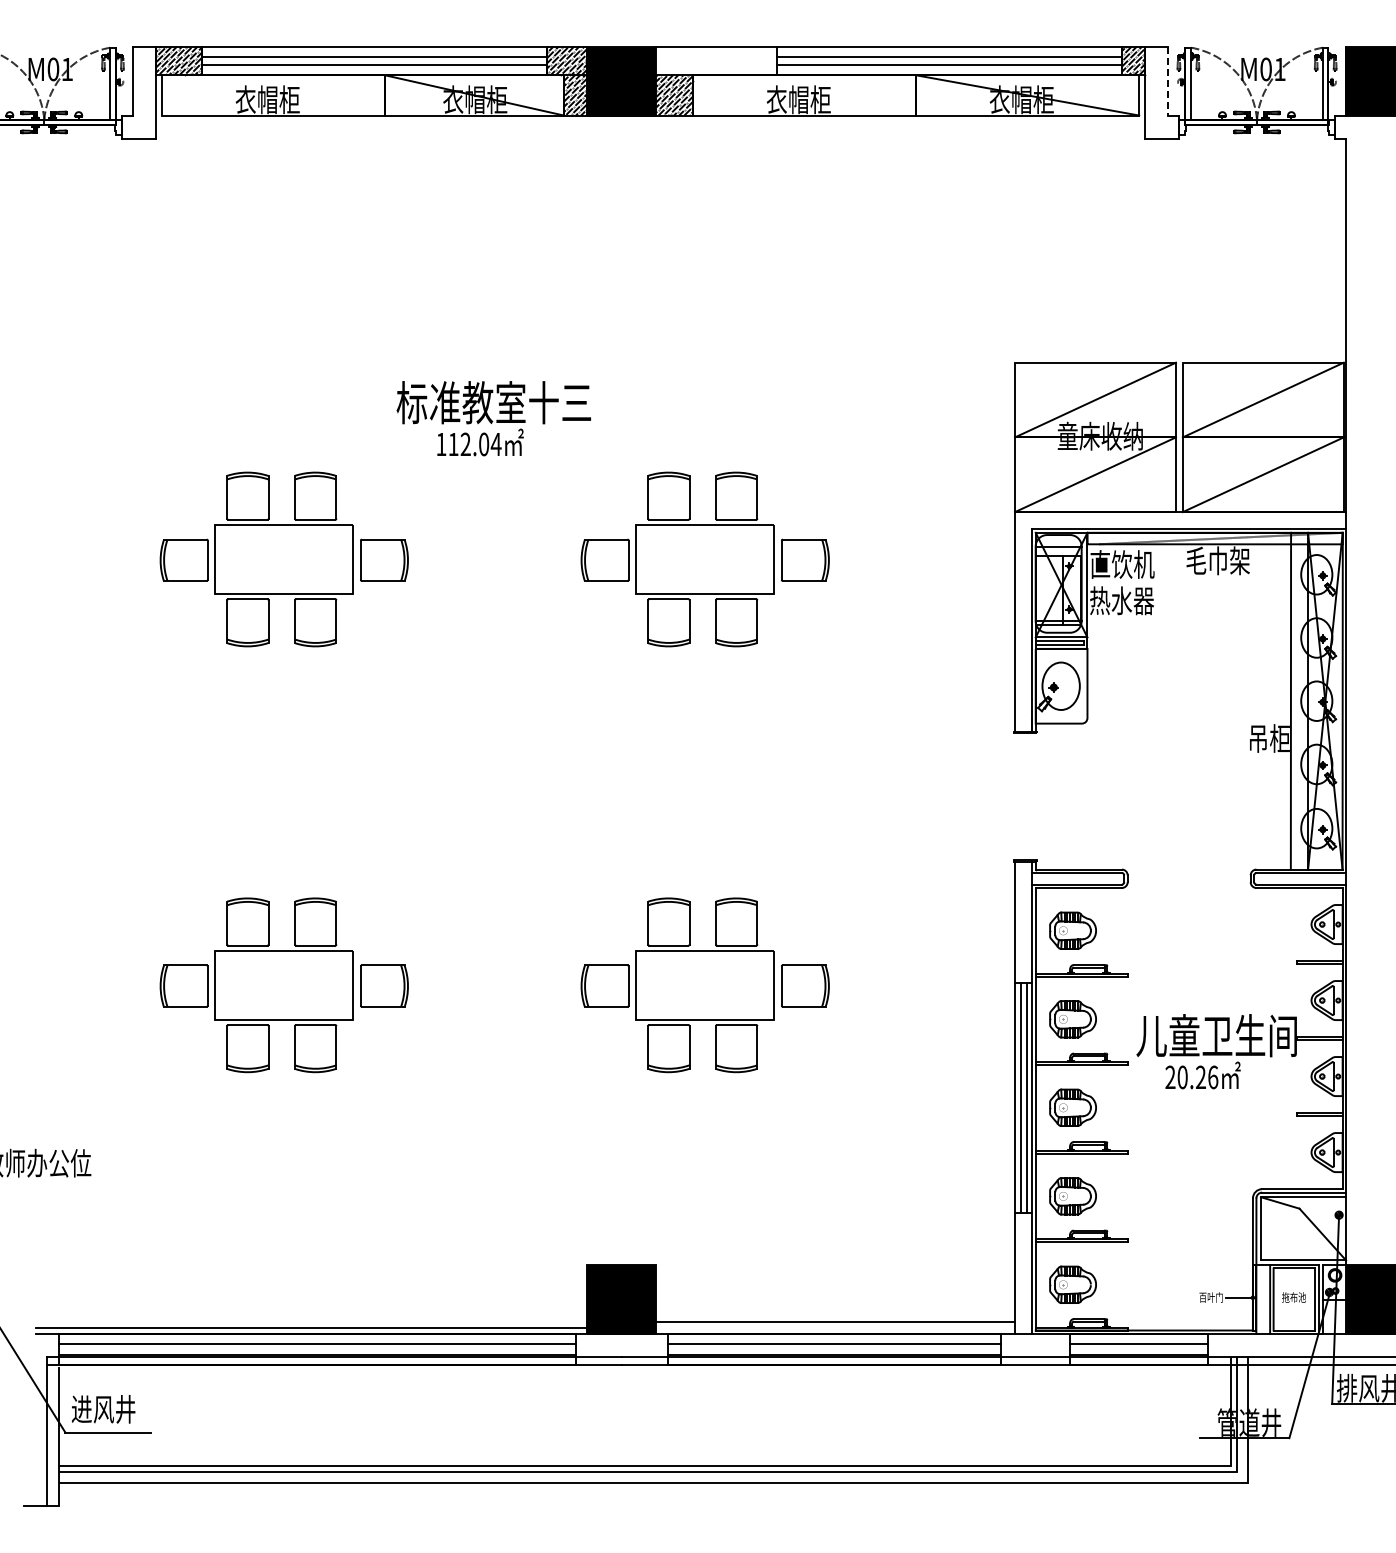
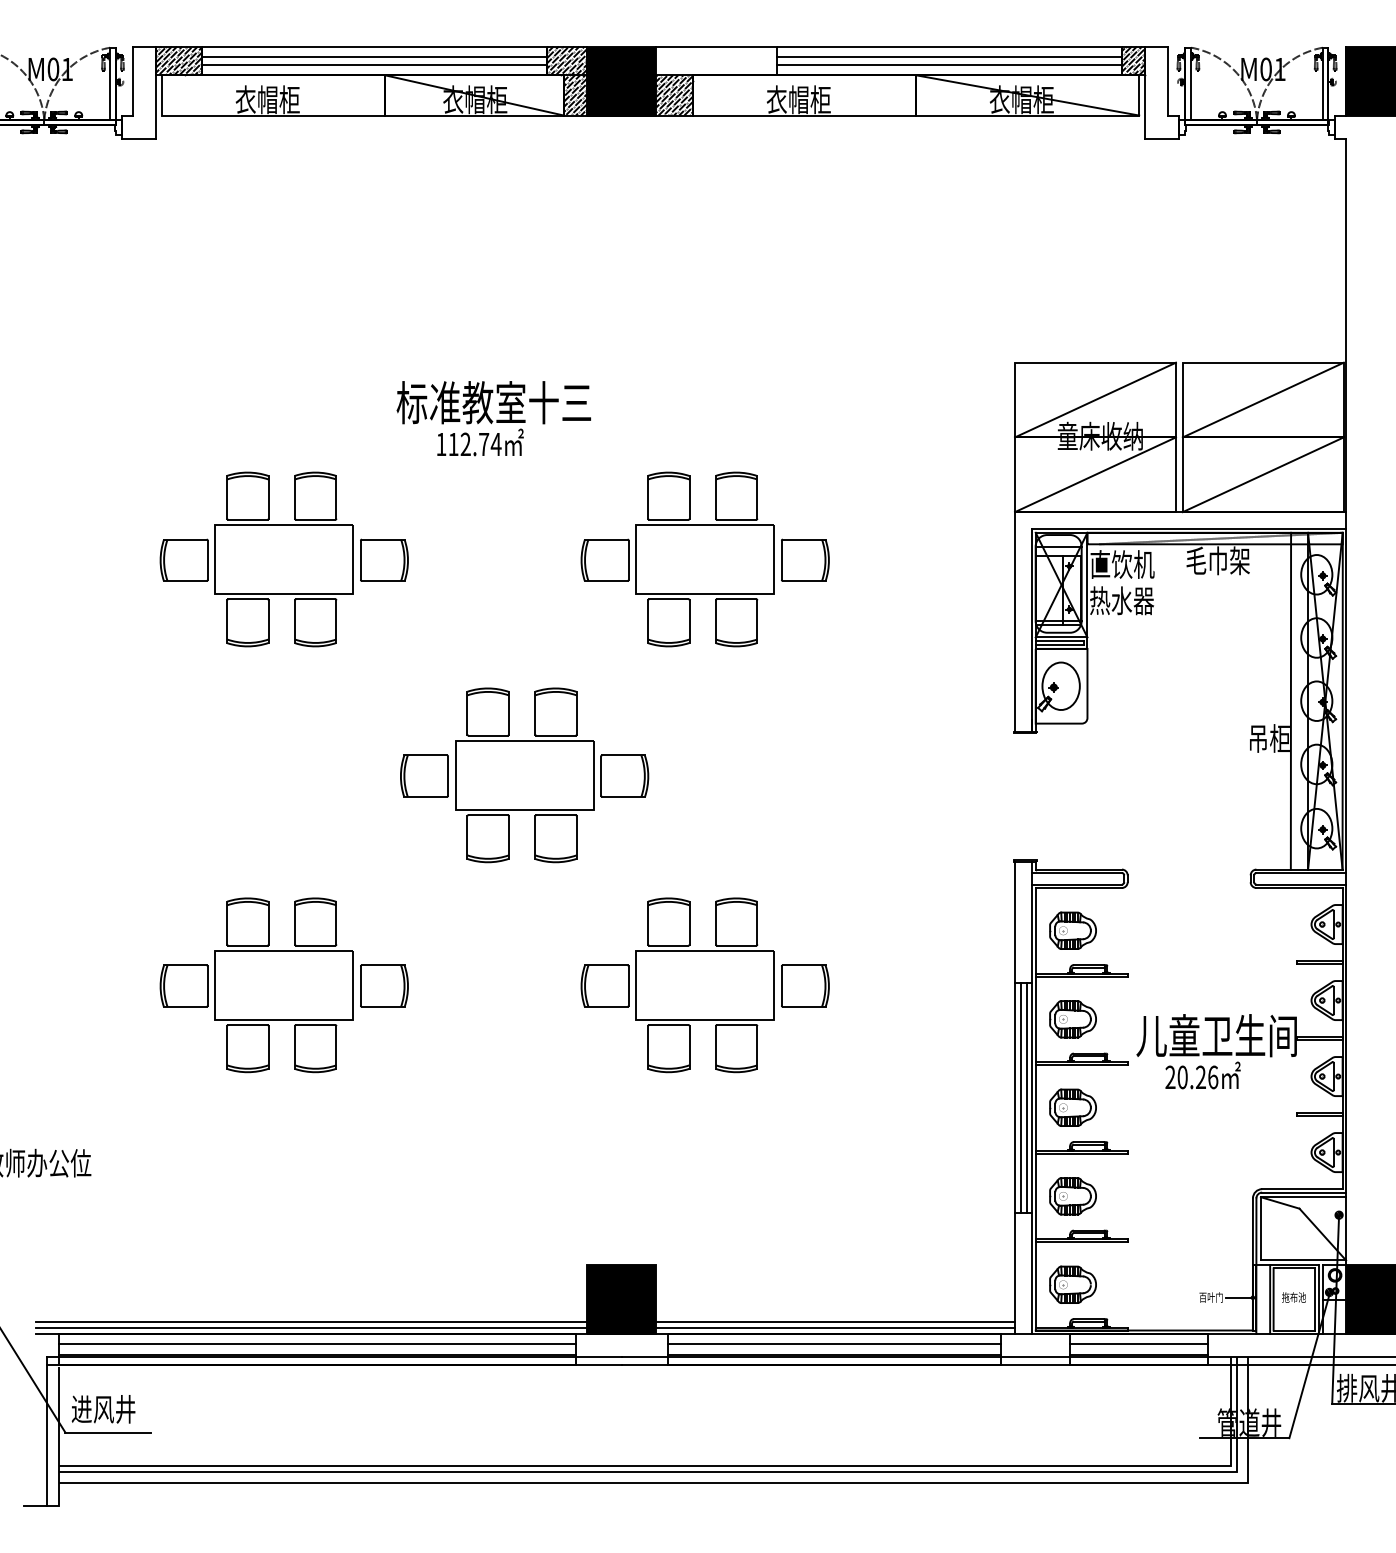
line at (1167, 81): dashed -> solid
text at (484, 444): 112.04 -> 112.74
part at (524, 775): none -> present
line at (311, 1321): none -> present
line at (835, 1327): none -> present
